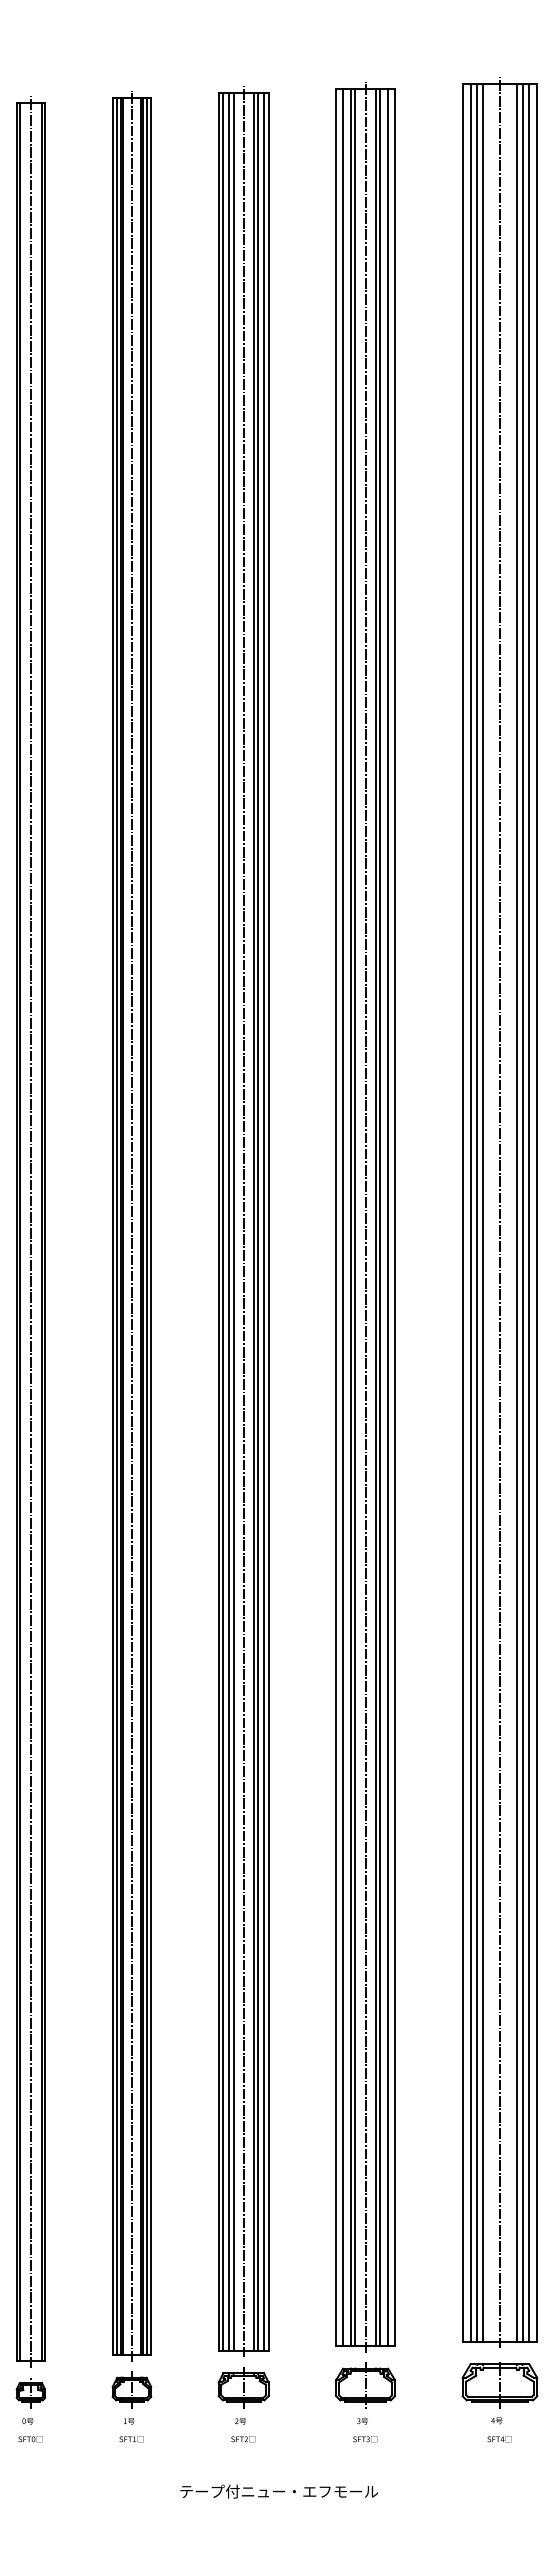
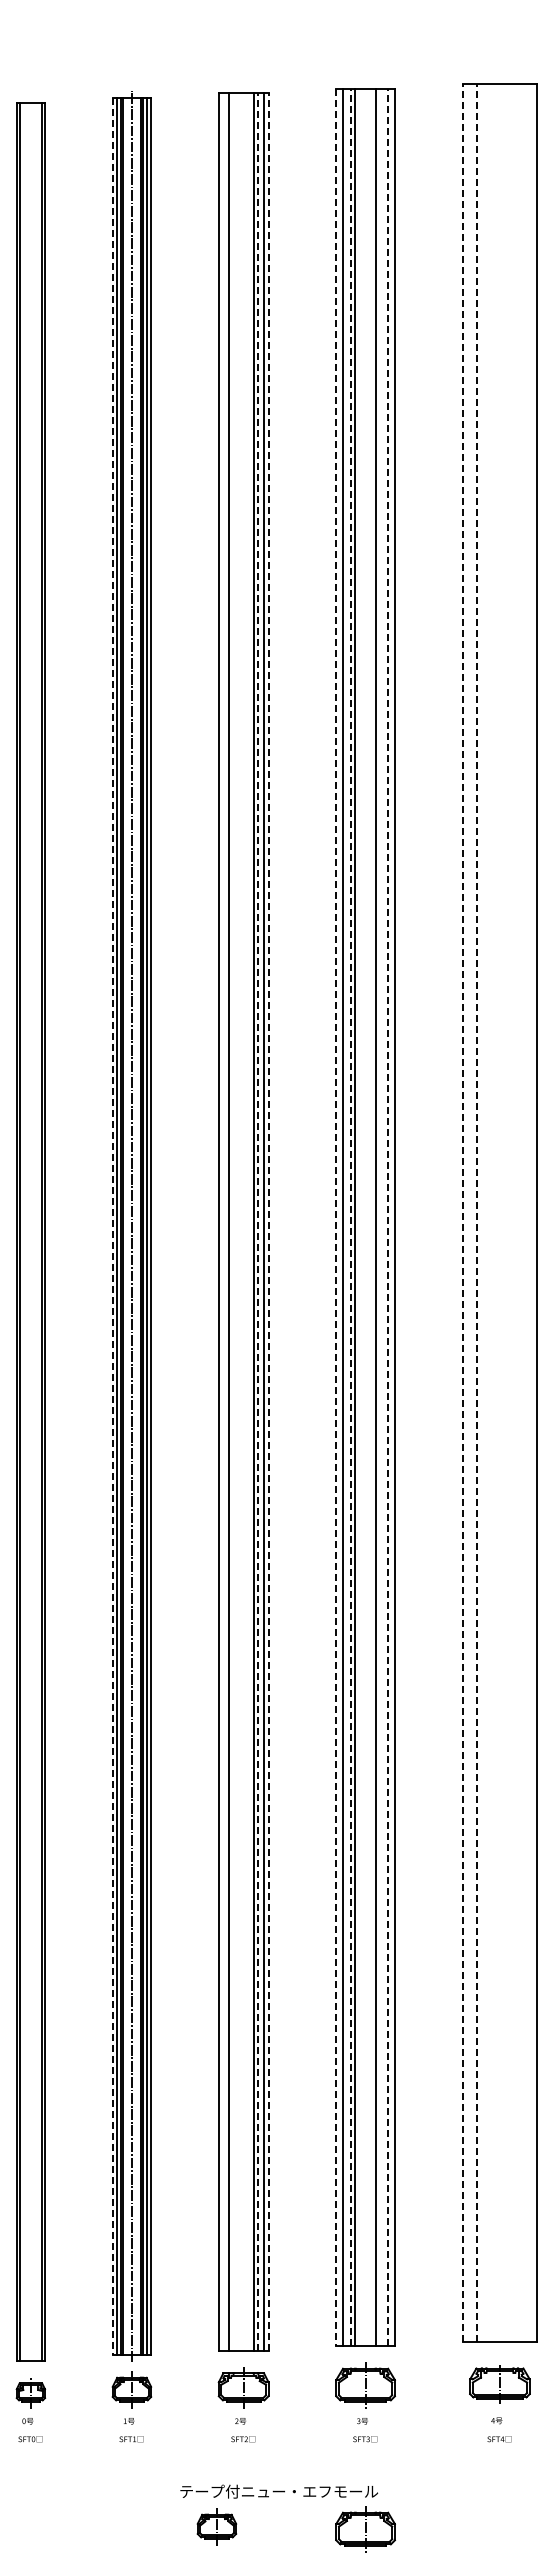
line at (462, 1212): solid -> dashed
line at (470, 1212): present -> none
line at (477, 1212): solid -> dashed
line at (483, 1212): present -> none
line at (499, 1212): present -> none
line at (516, 1212): present -> none
line at (522, 1212): present -> none
line at (529, 1212): present -> none
line at (365, 1216): present -> none
line at (336, 1217): solid -> dashed
line at (350, 1217): solid -> dashed
line at (380, 1217): present -> none
line at (388, 1217): solid -> dashed
line at (223, 1221): present -> none
line at (233, 1221): present -> none
line at (243, 1221): present -> none
line at (258, 1221): solid -> dashed
line at (268, 1221): solid -> dashed
line at (112, 1226): solid -> dashed
line at (30, 1231): present -> none
part at (499, 2385) size: 78x47 px -> 62x39 px
part at (216, 2526): none -> present
part at (365, 2529): none -> present
